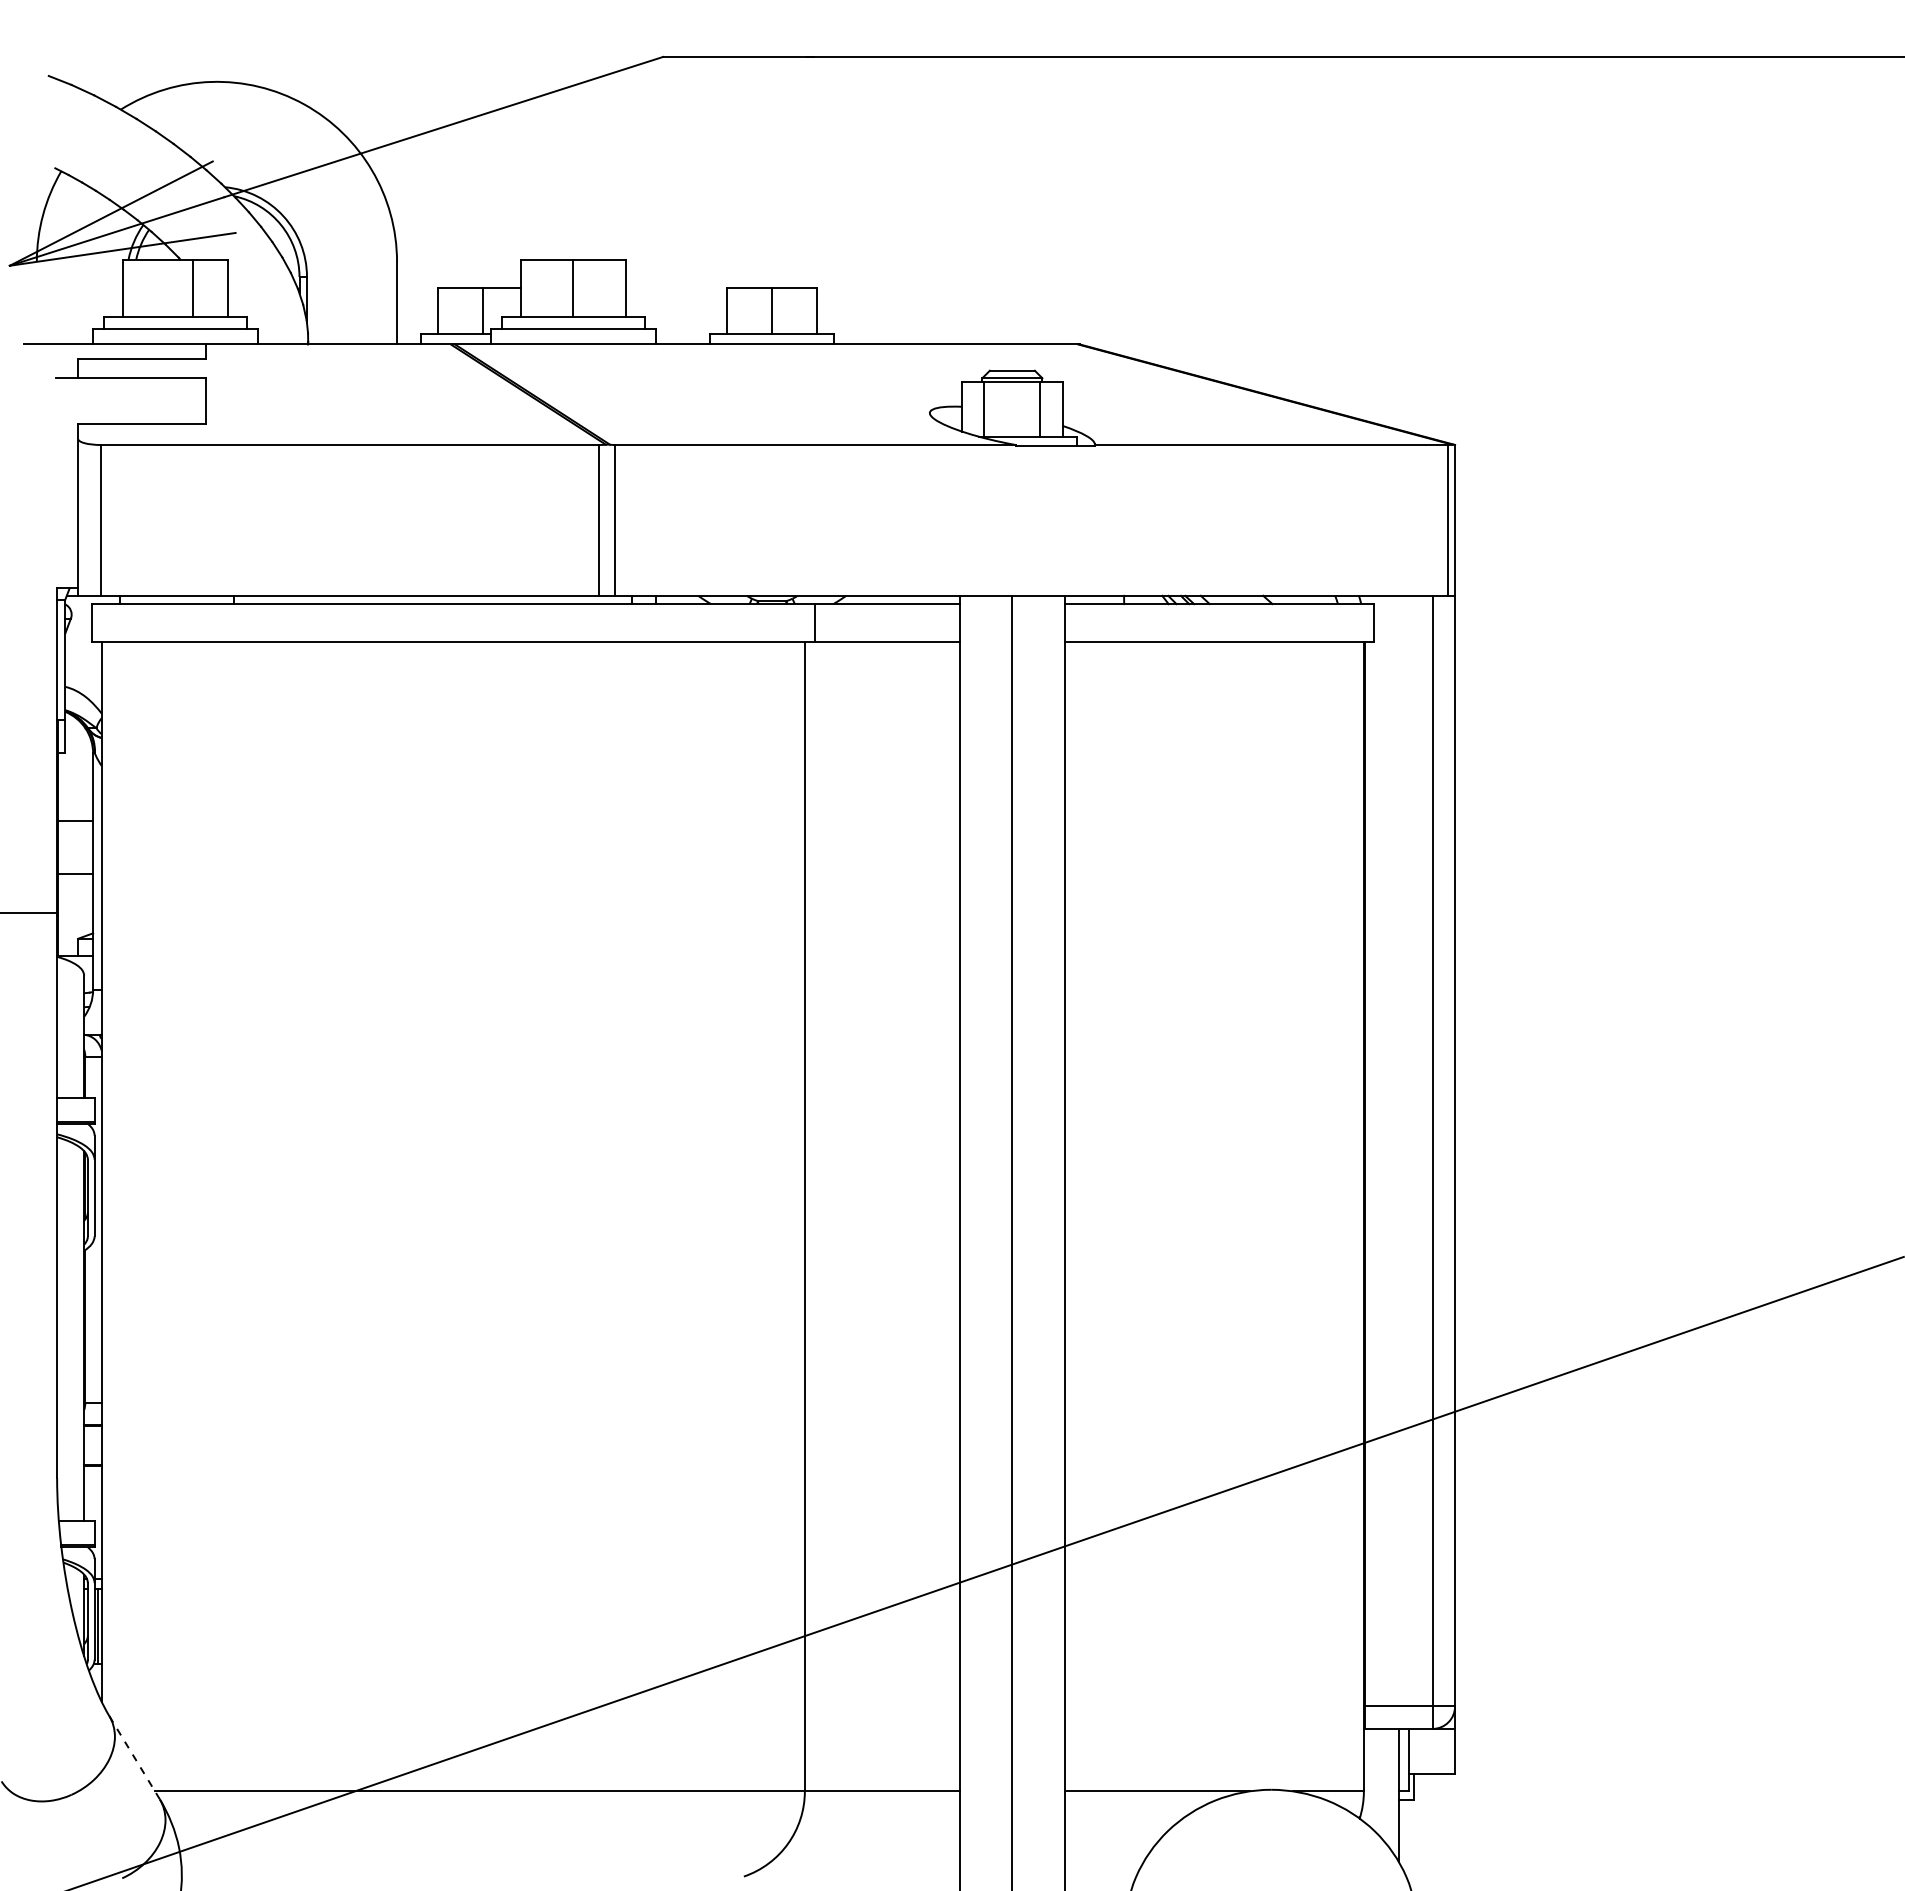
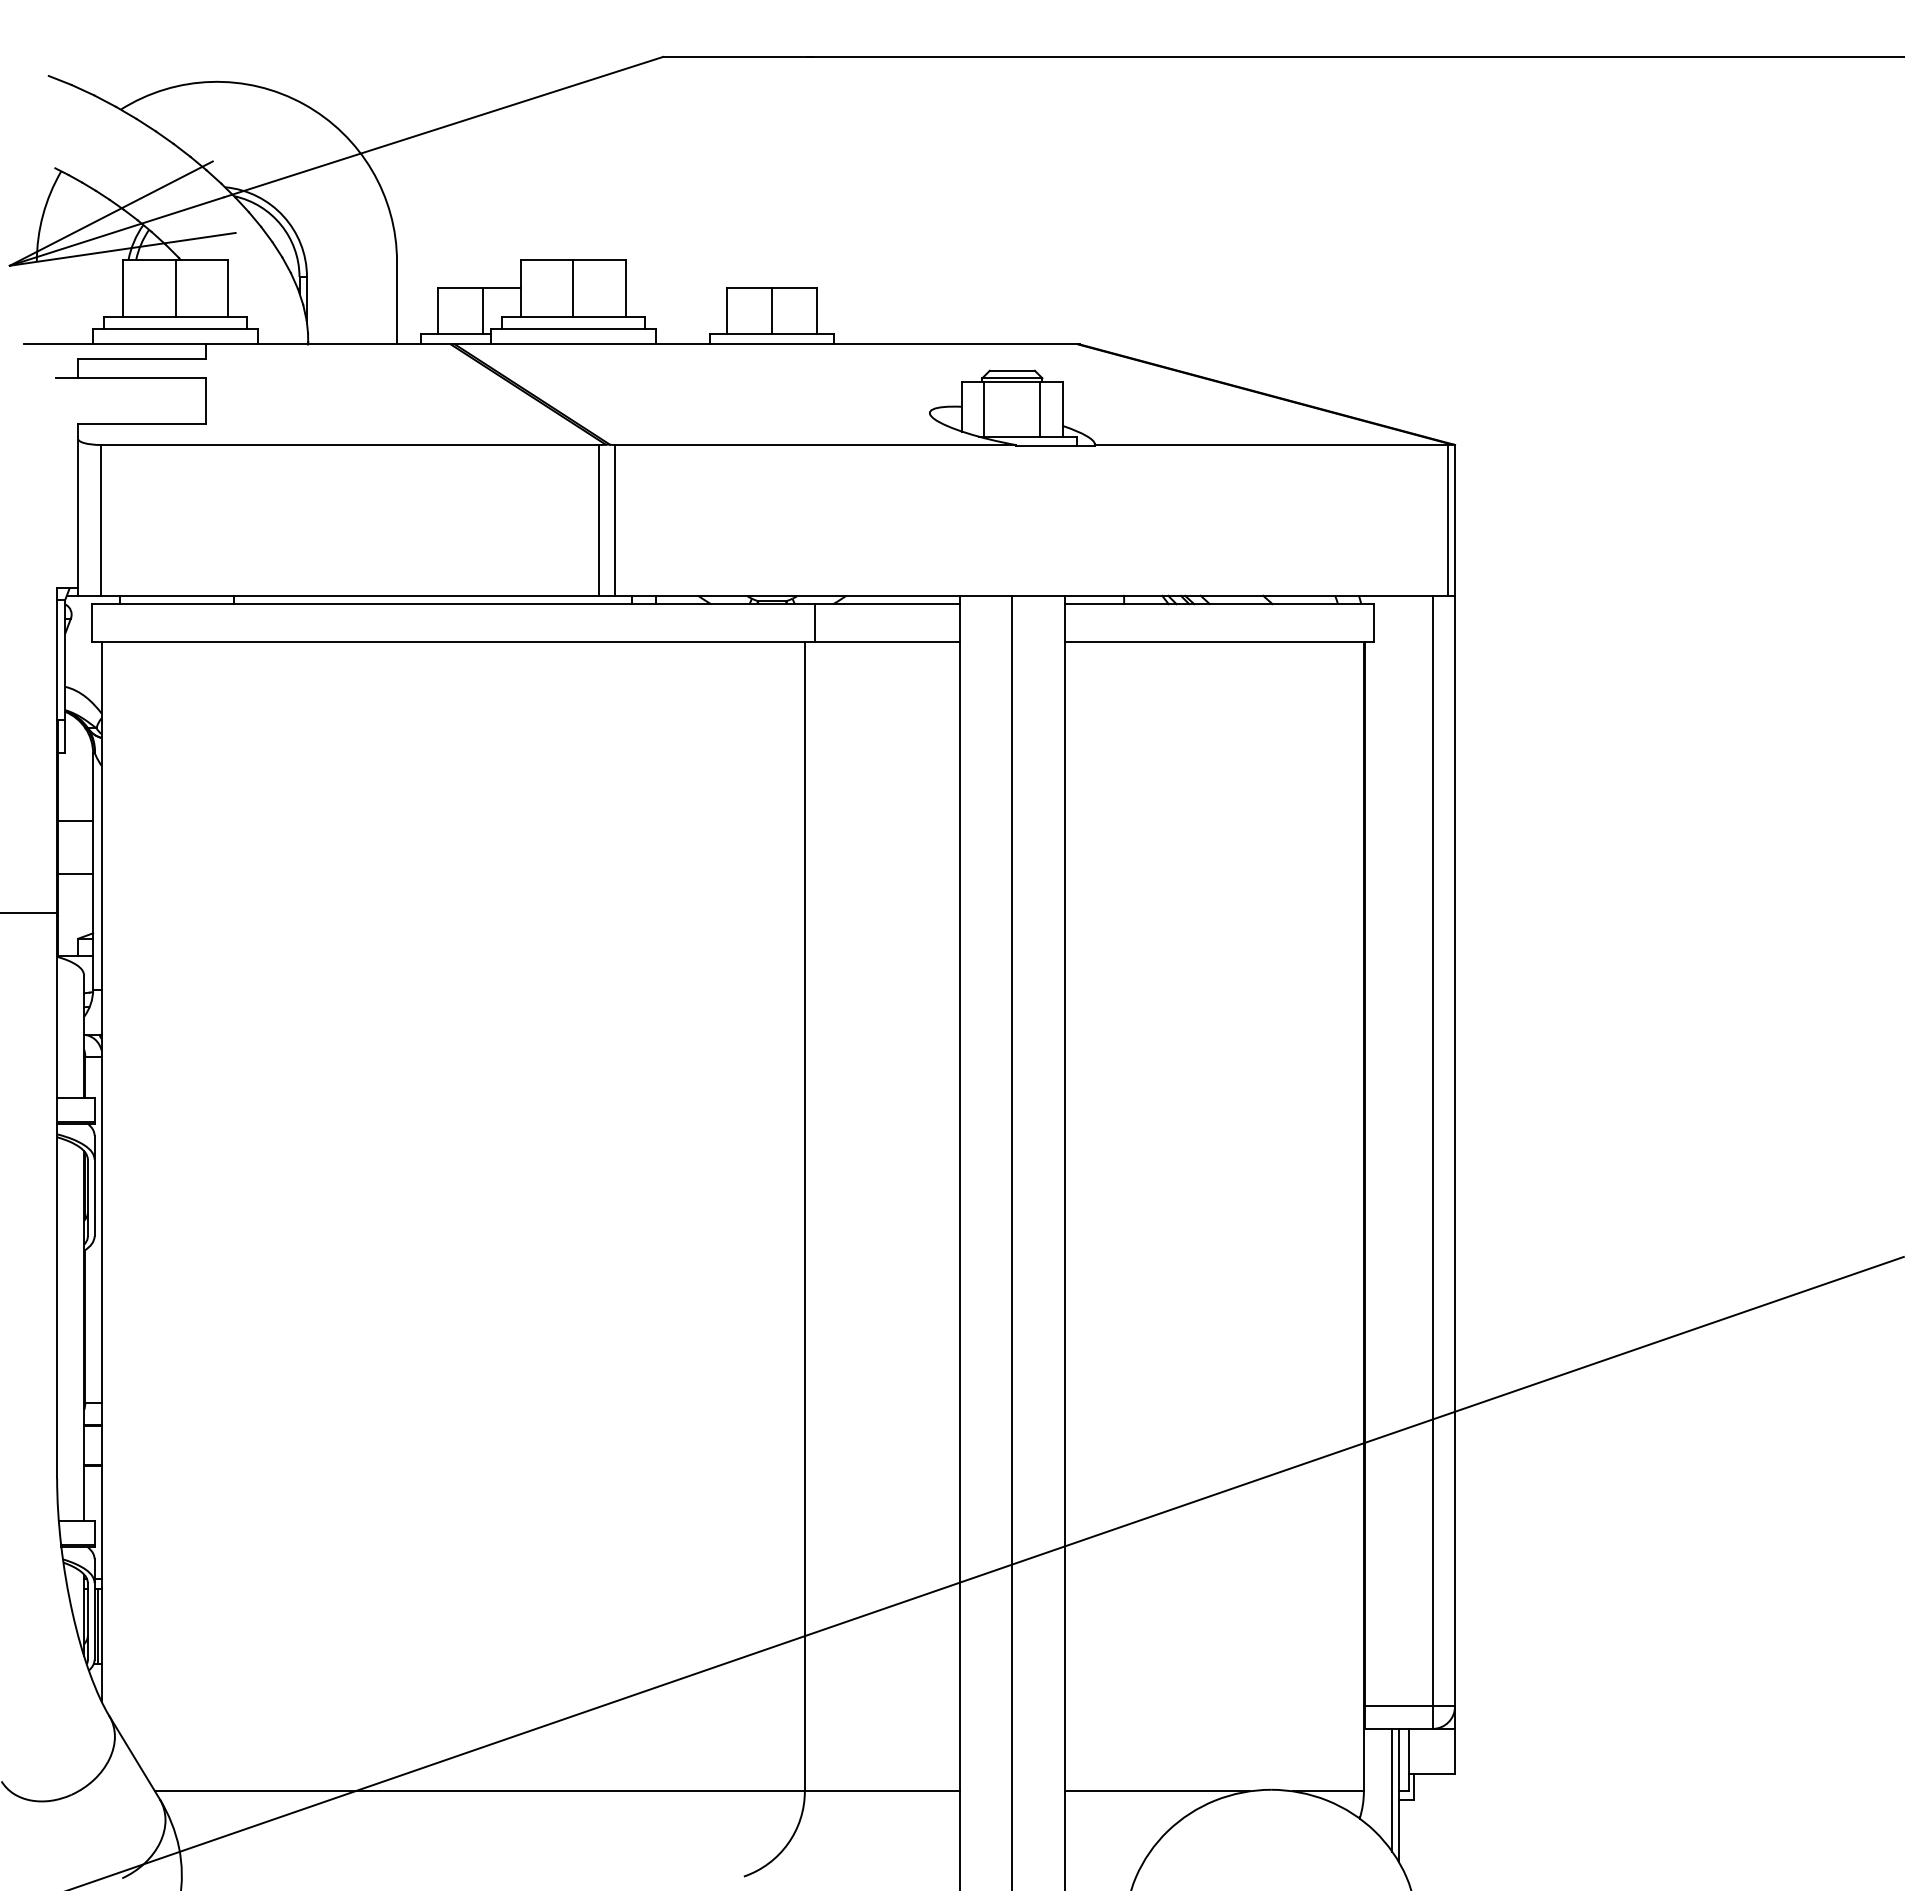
line at (192, 288) position: (192, 288) -> (175, 288)
line at (134, 1757): dashed -> solid
line at (1391, 1789): none -> present
